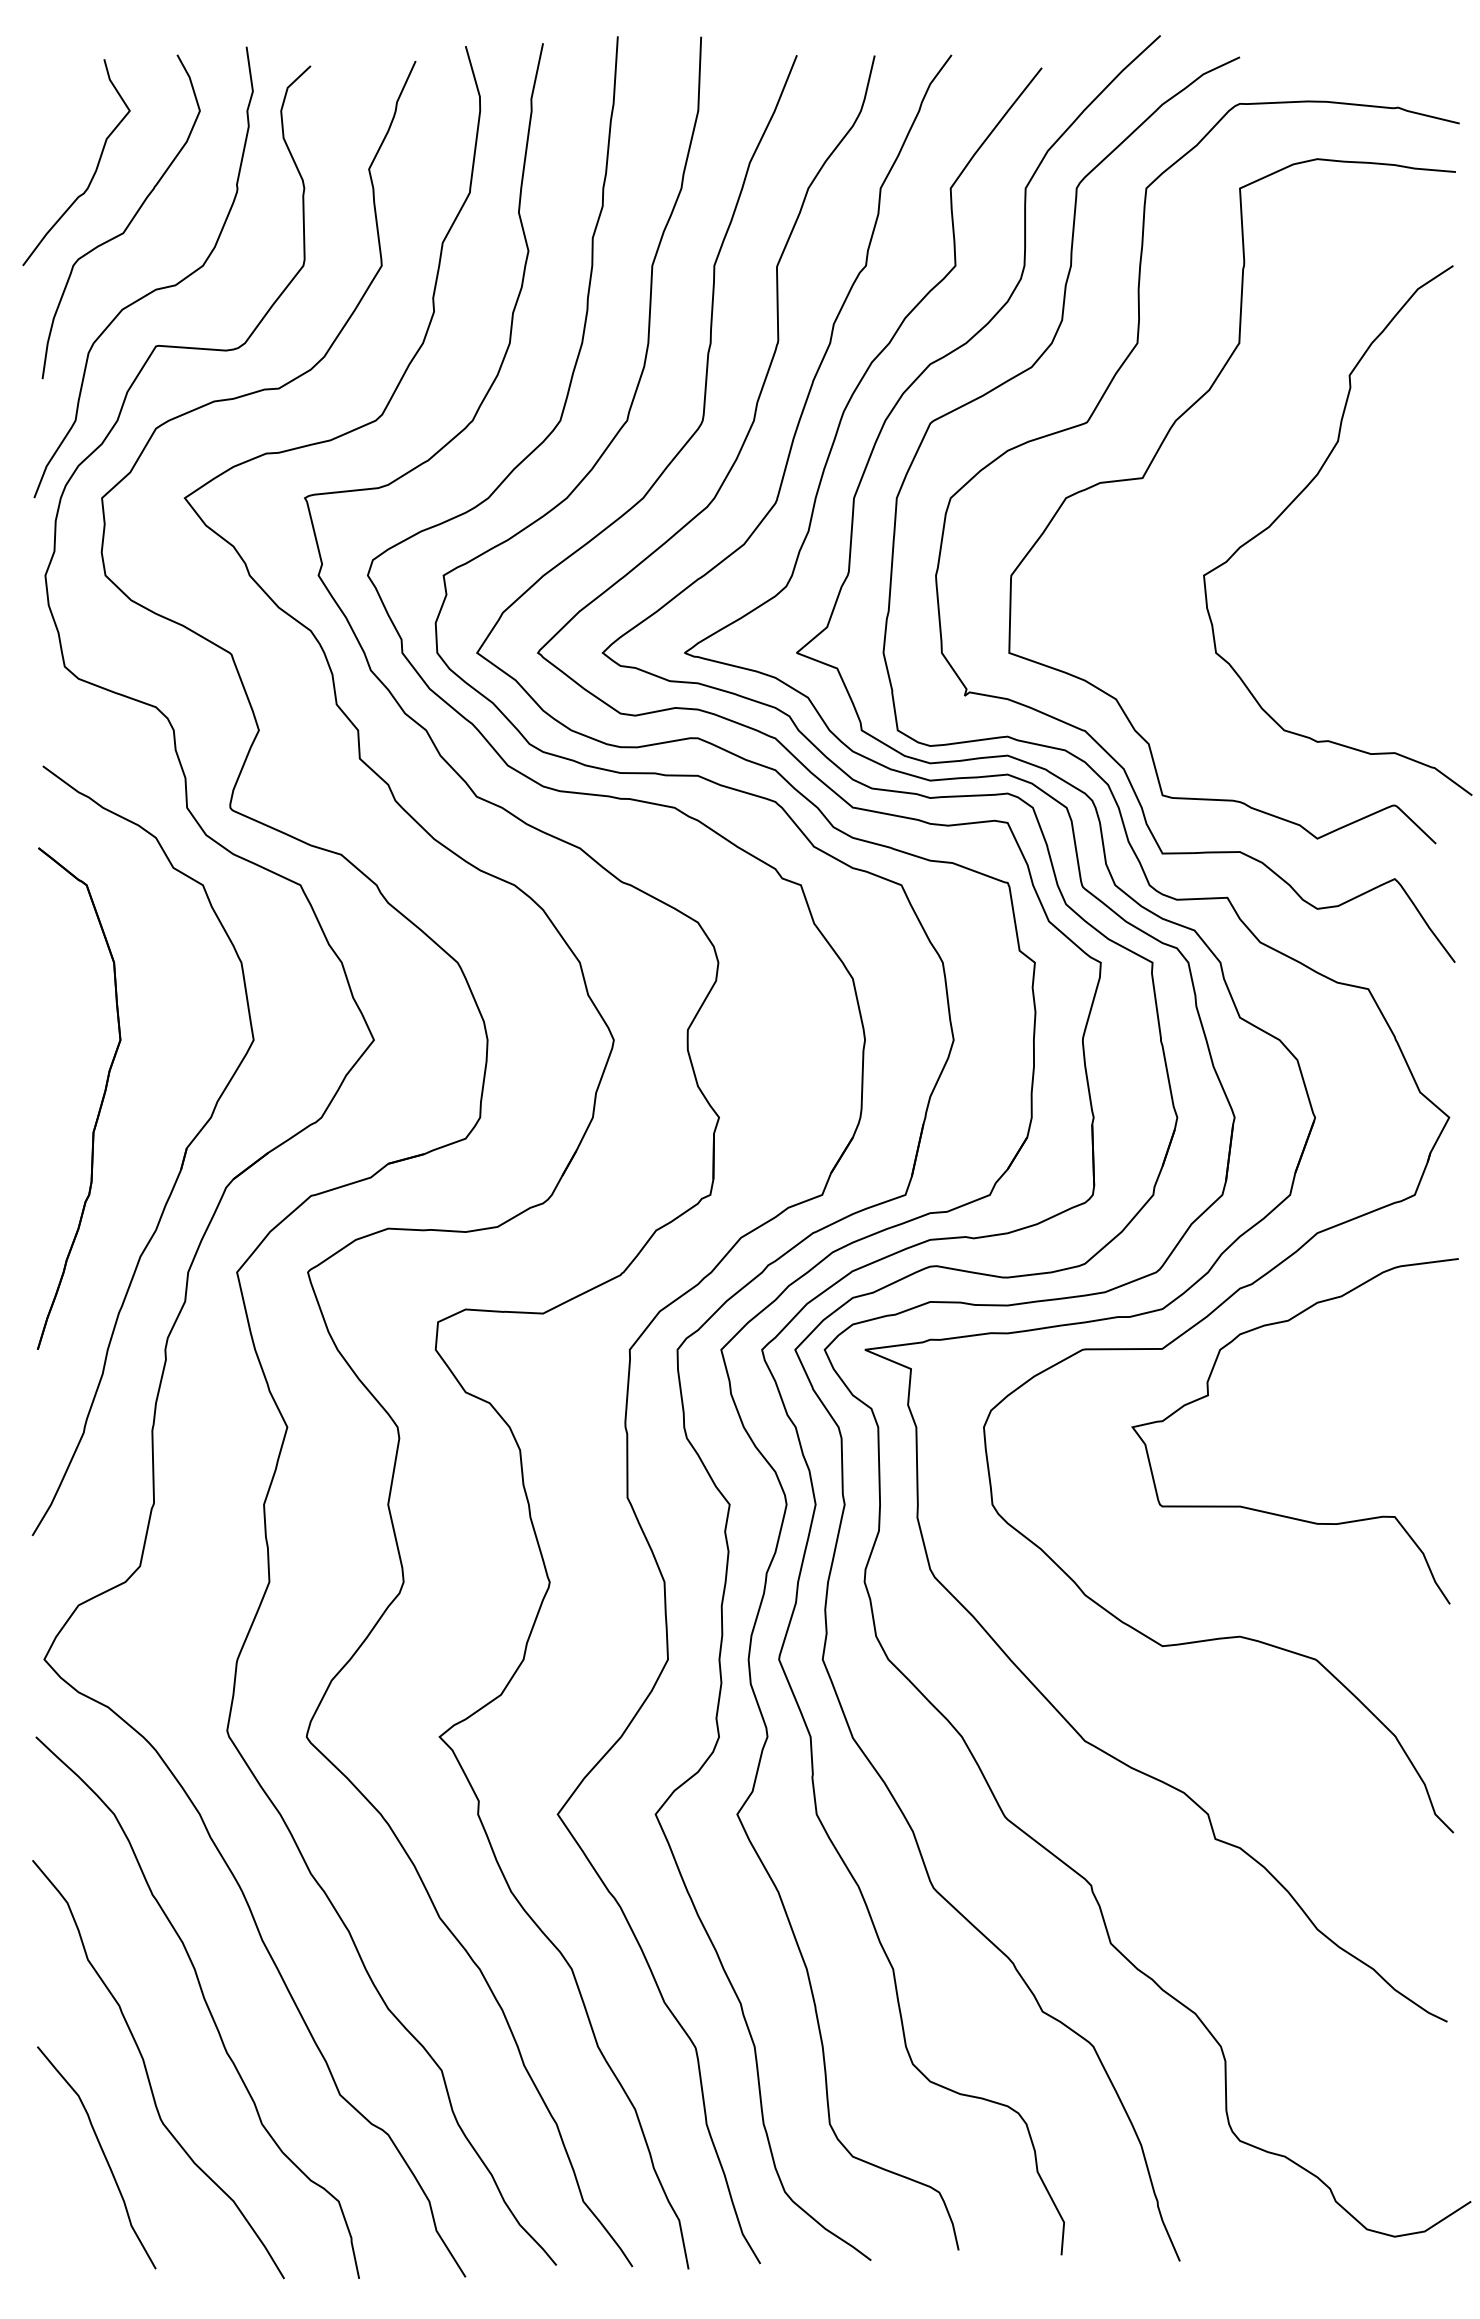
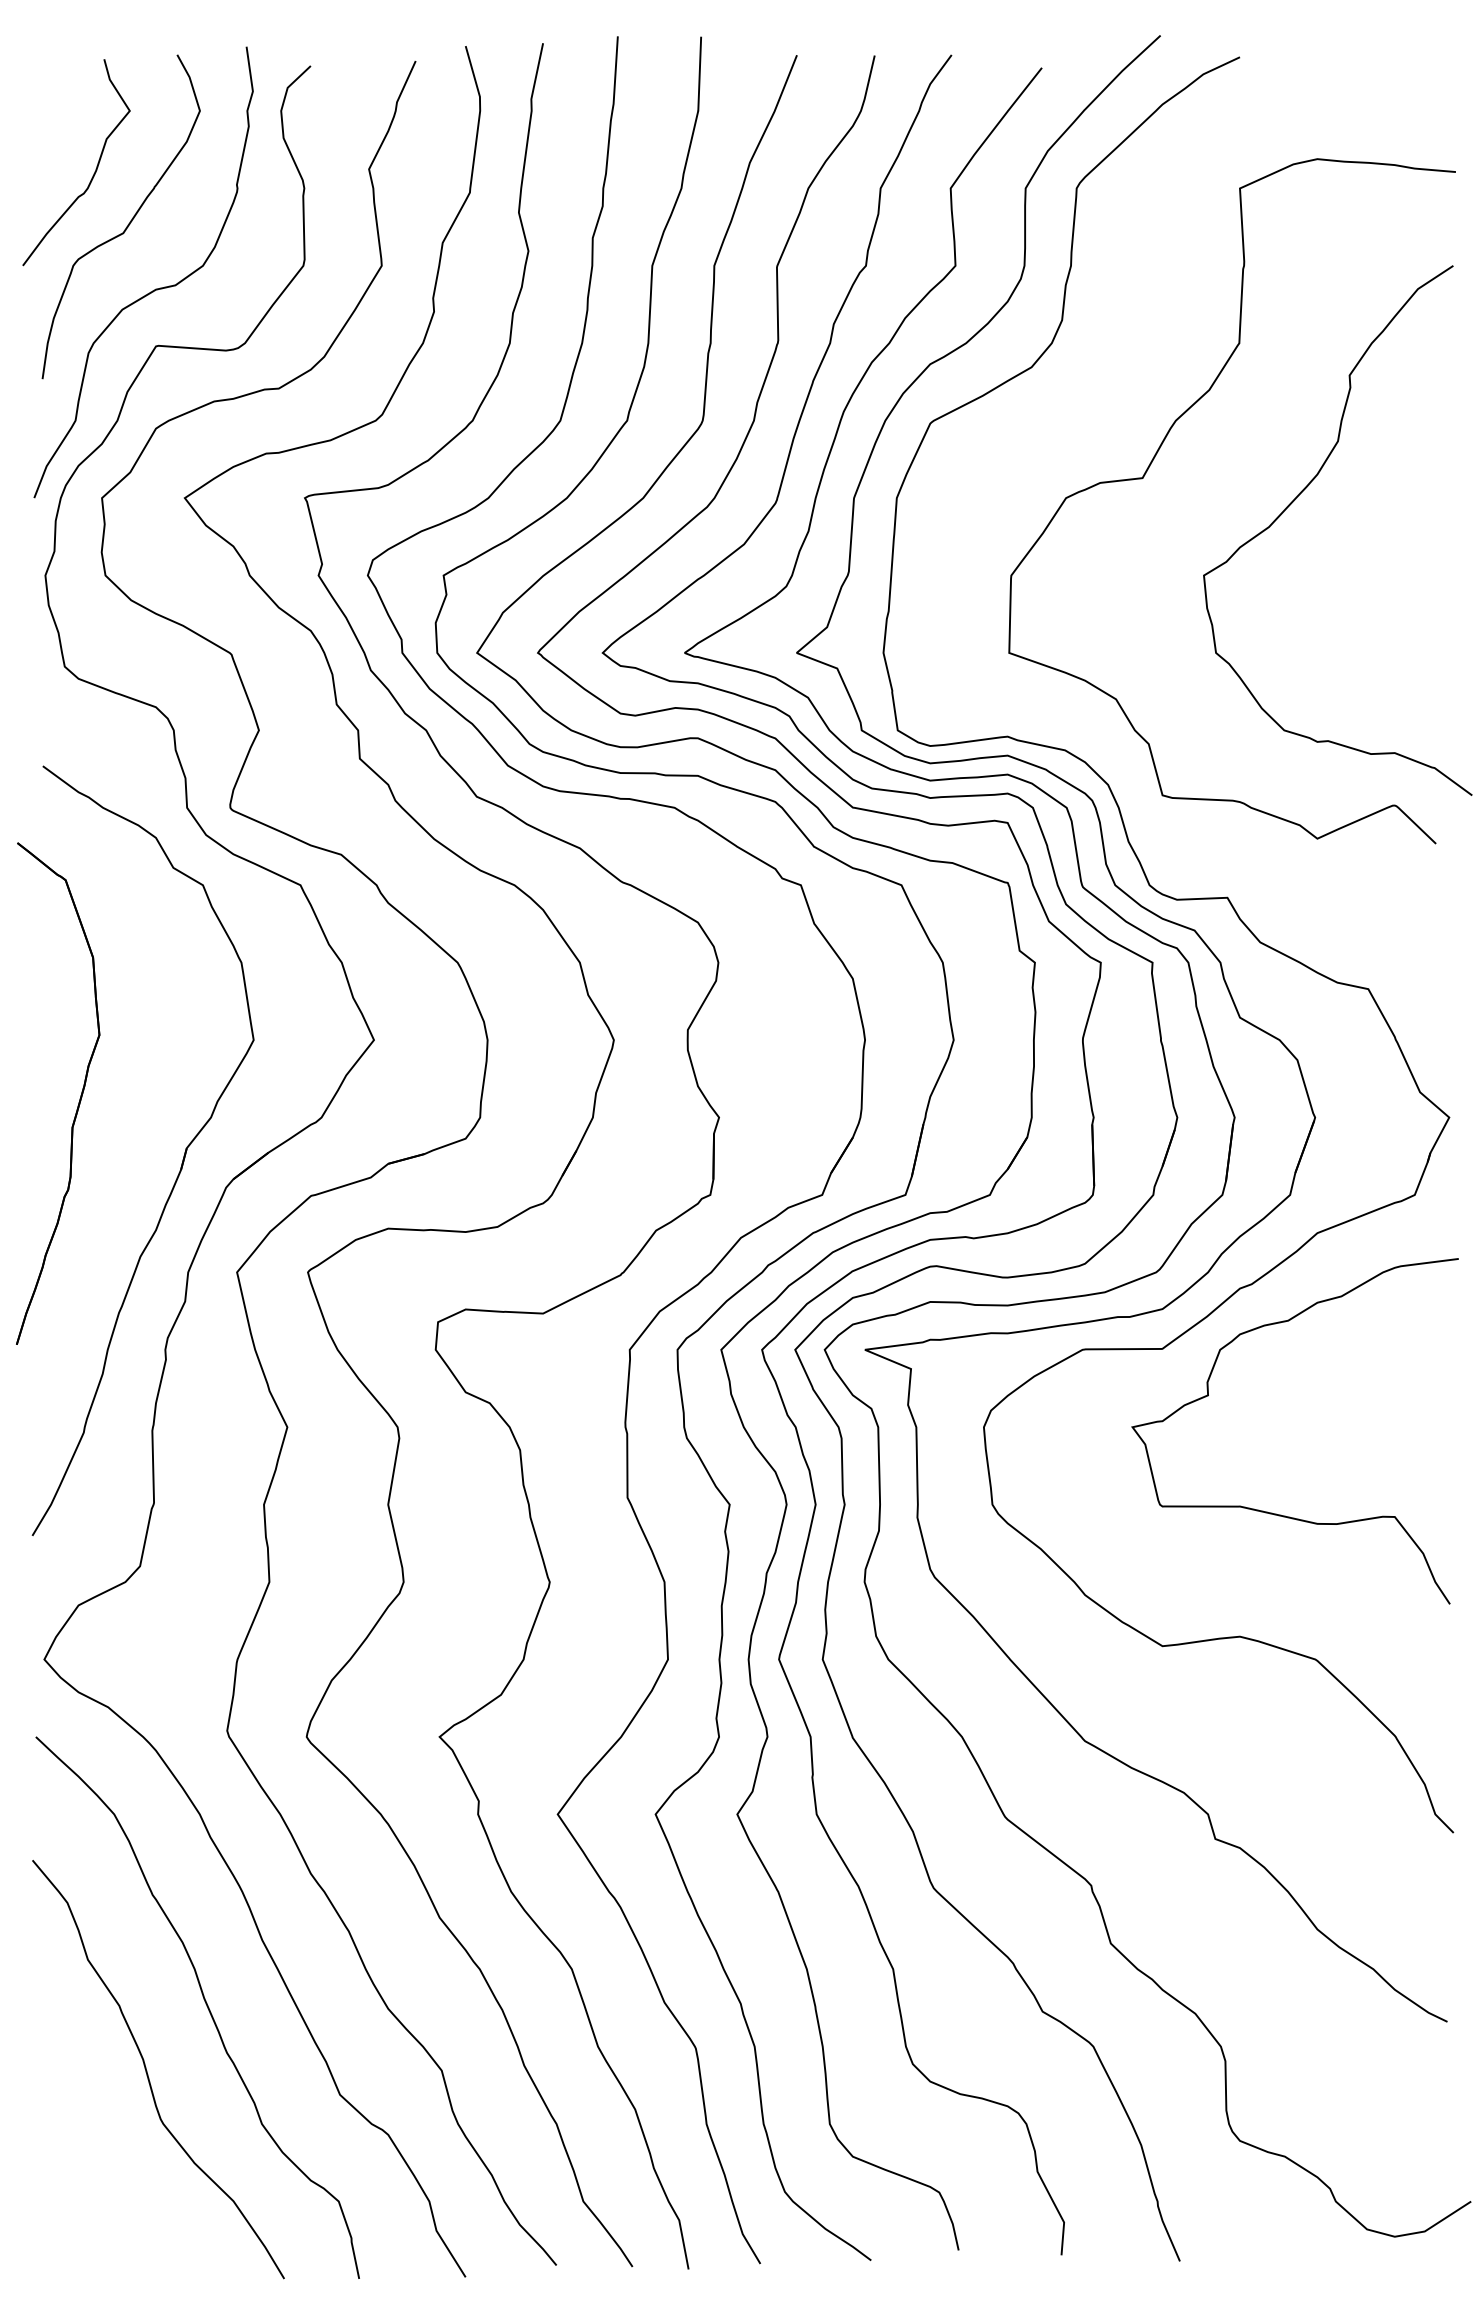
curve at (1088, 422): present -> none
part at (100, 1103) position: (100, 1103) -> (79, 1098)
curve at (102, 2153): present -> none
